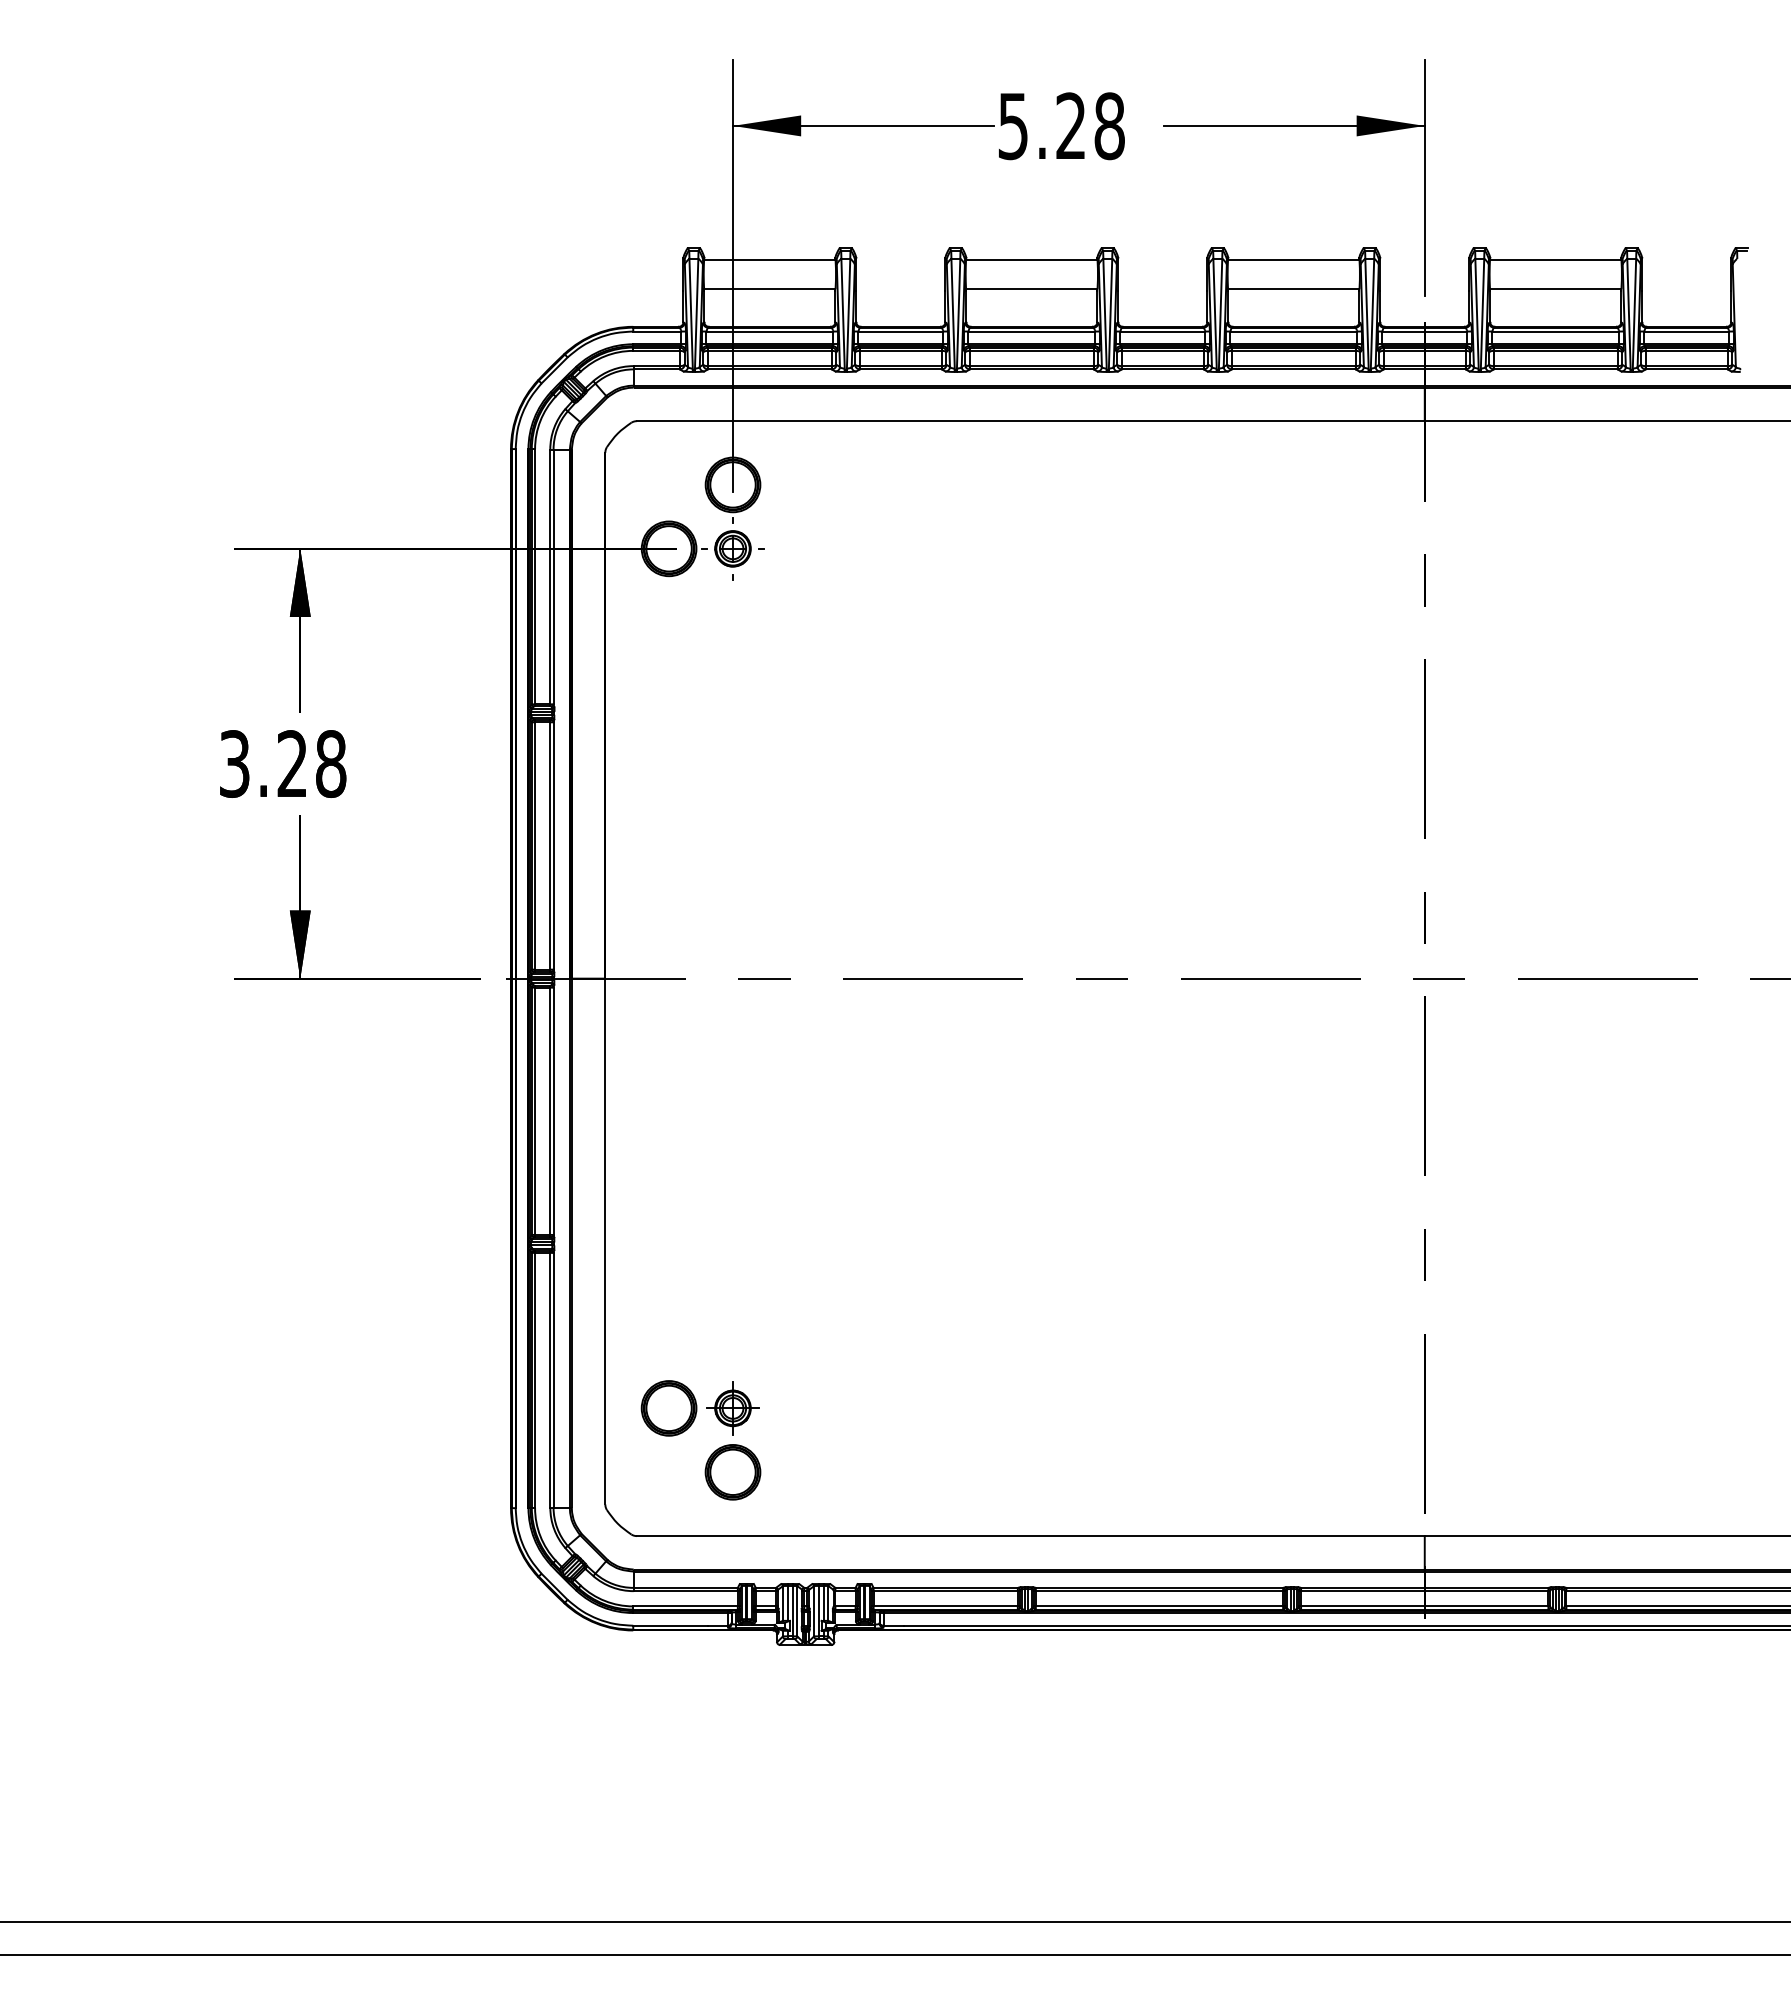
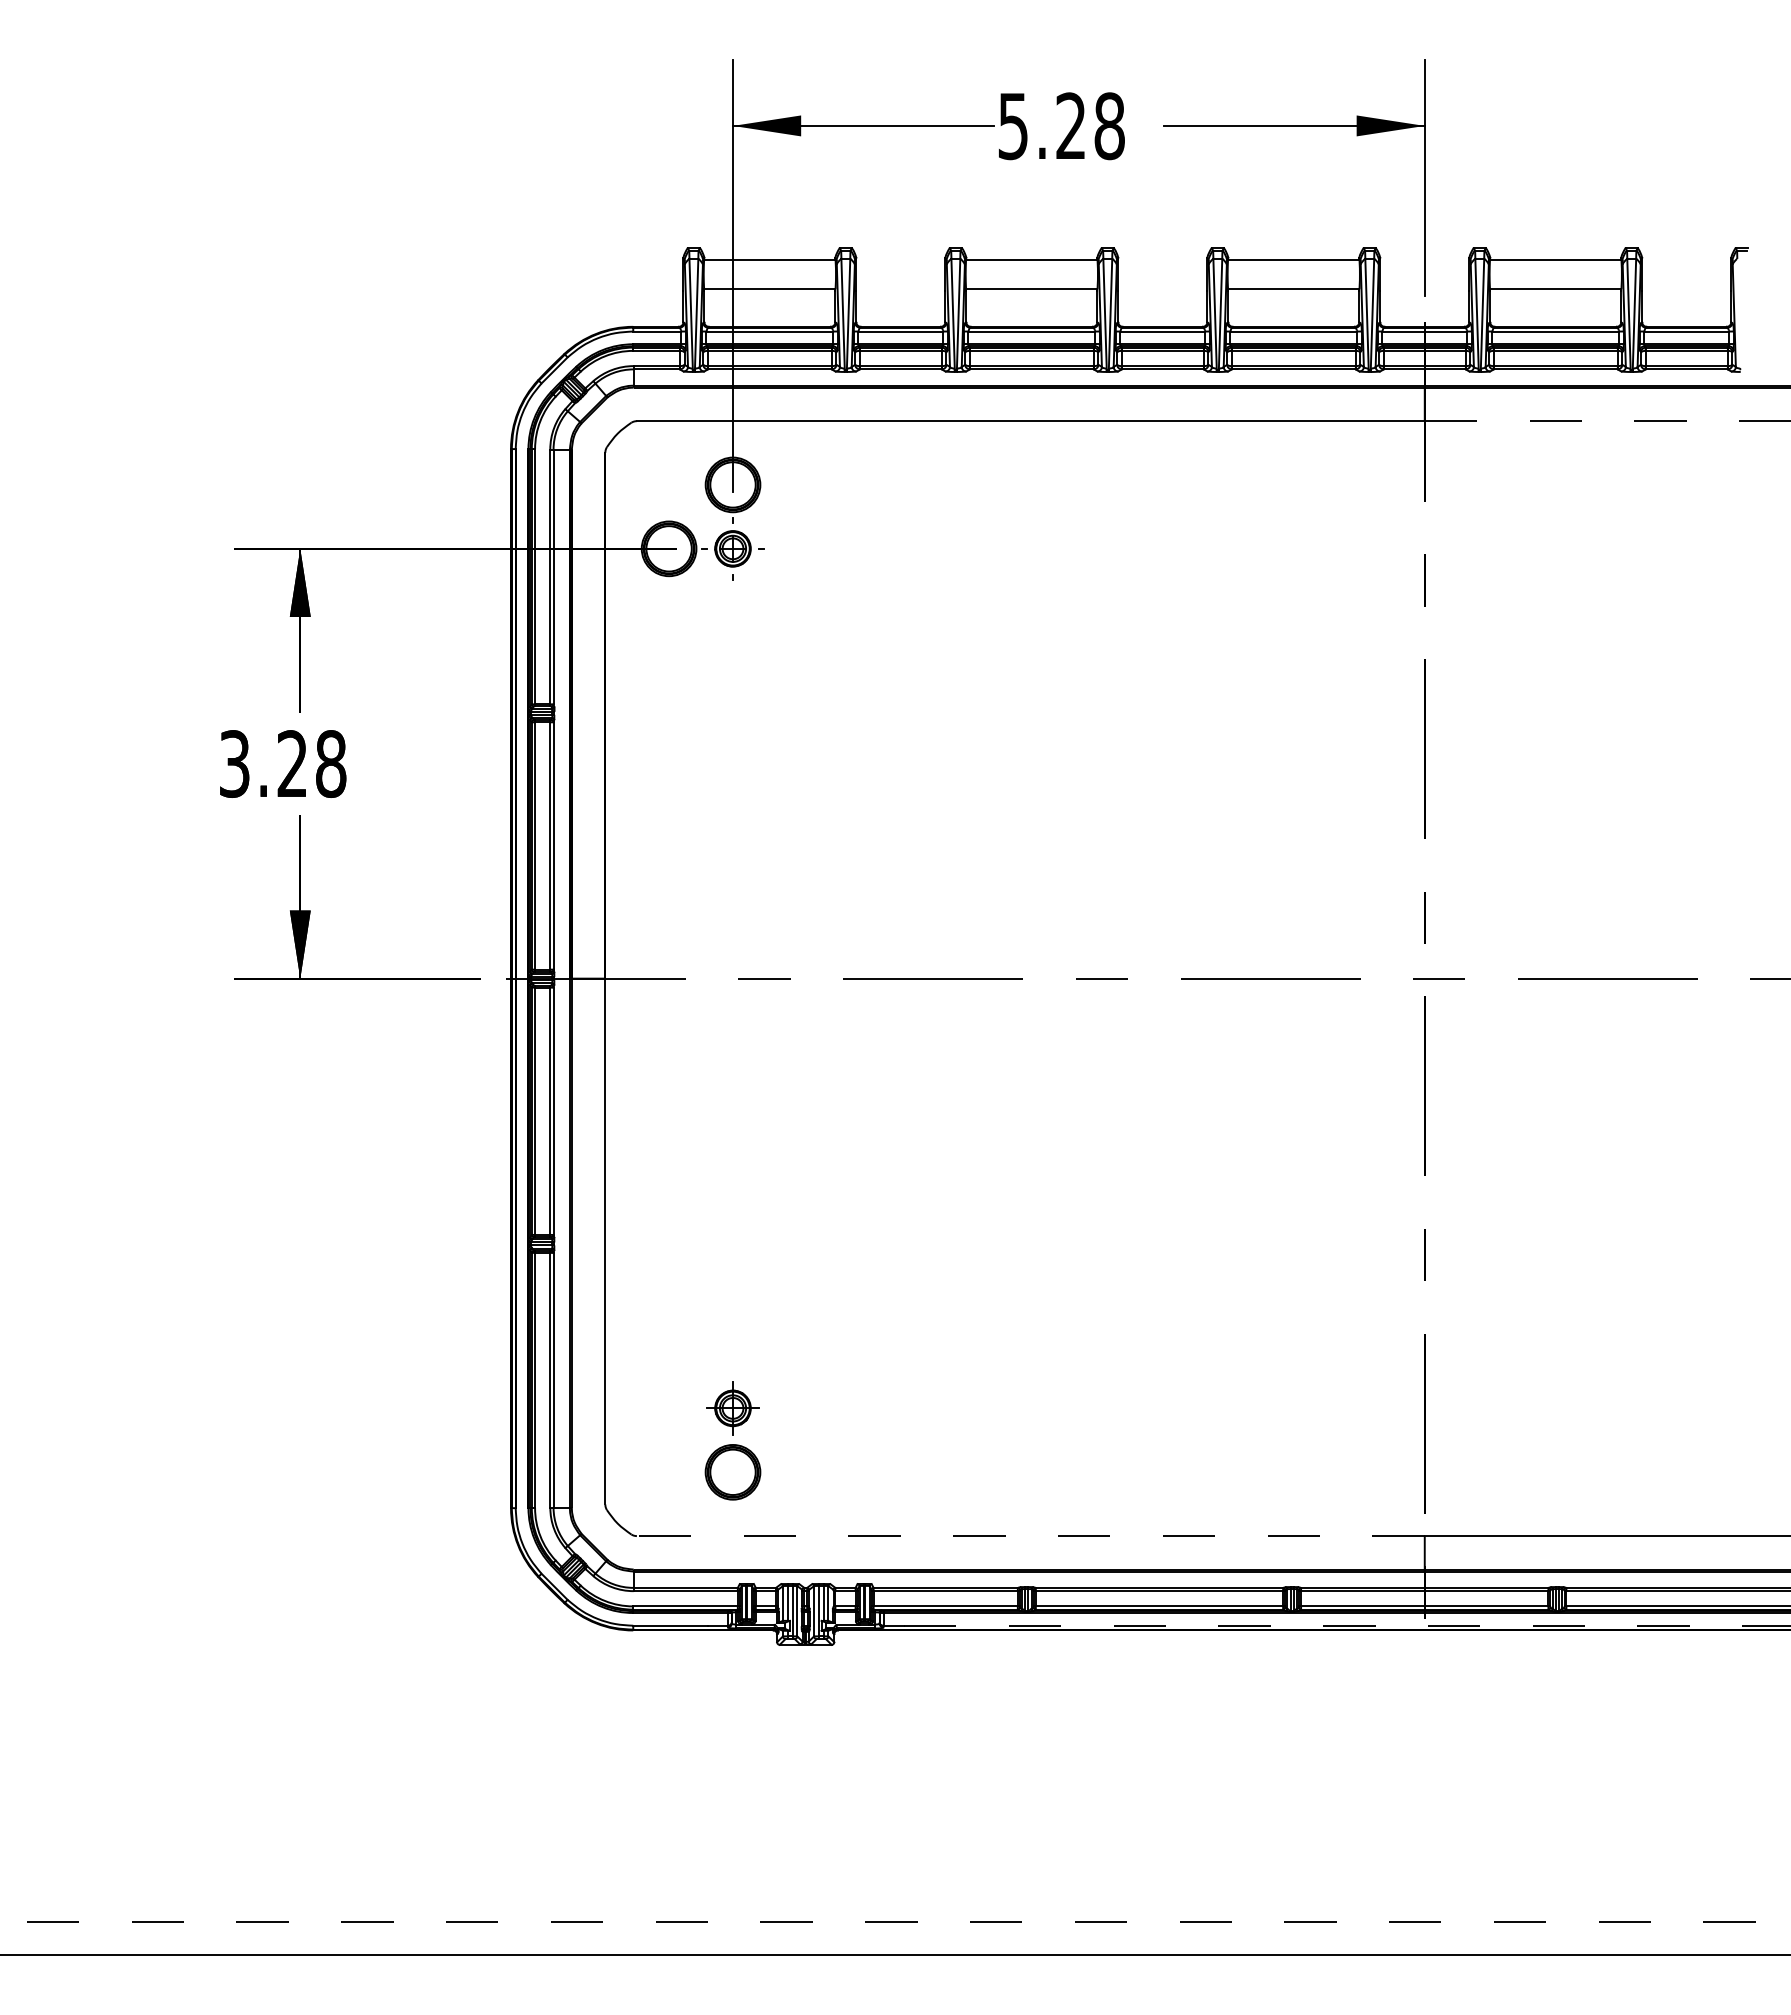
line at (1607, 421): solid -> dashed
part at (668, 1408): present -> none
line at (1030, 1536): solid -> dashed
line at (1347, 1625): solid -> dashed
line at (894, 1922): solid -> dashed
